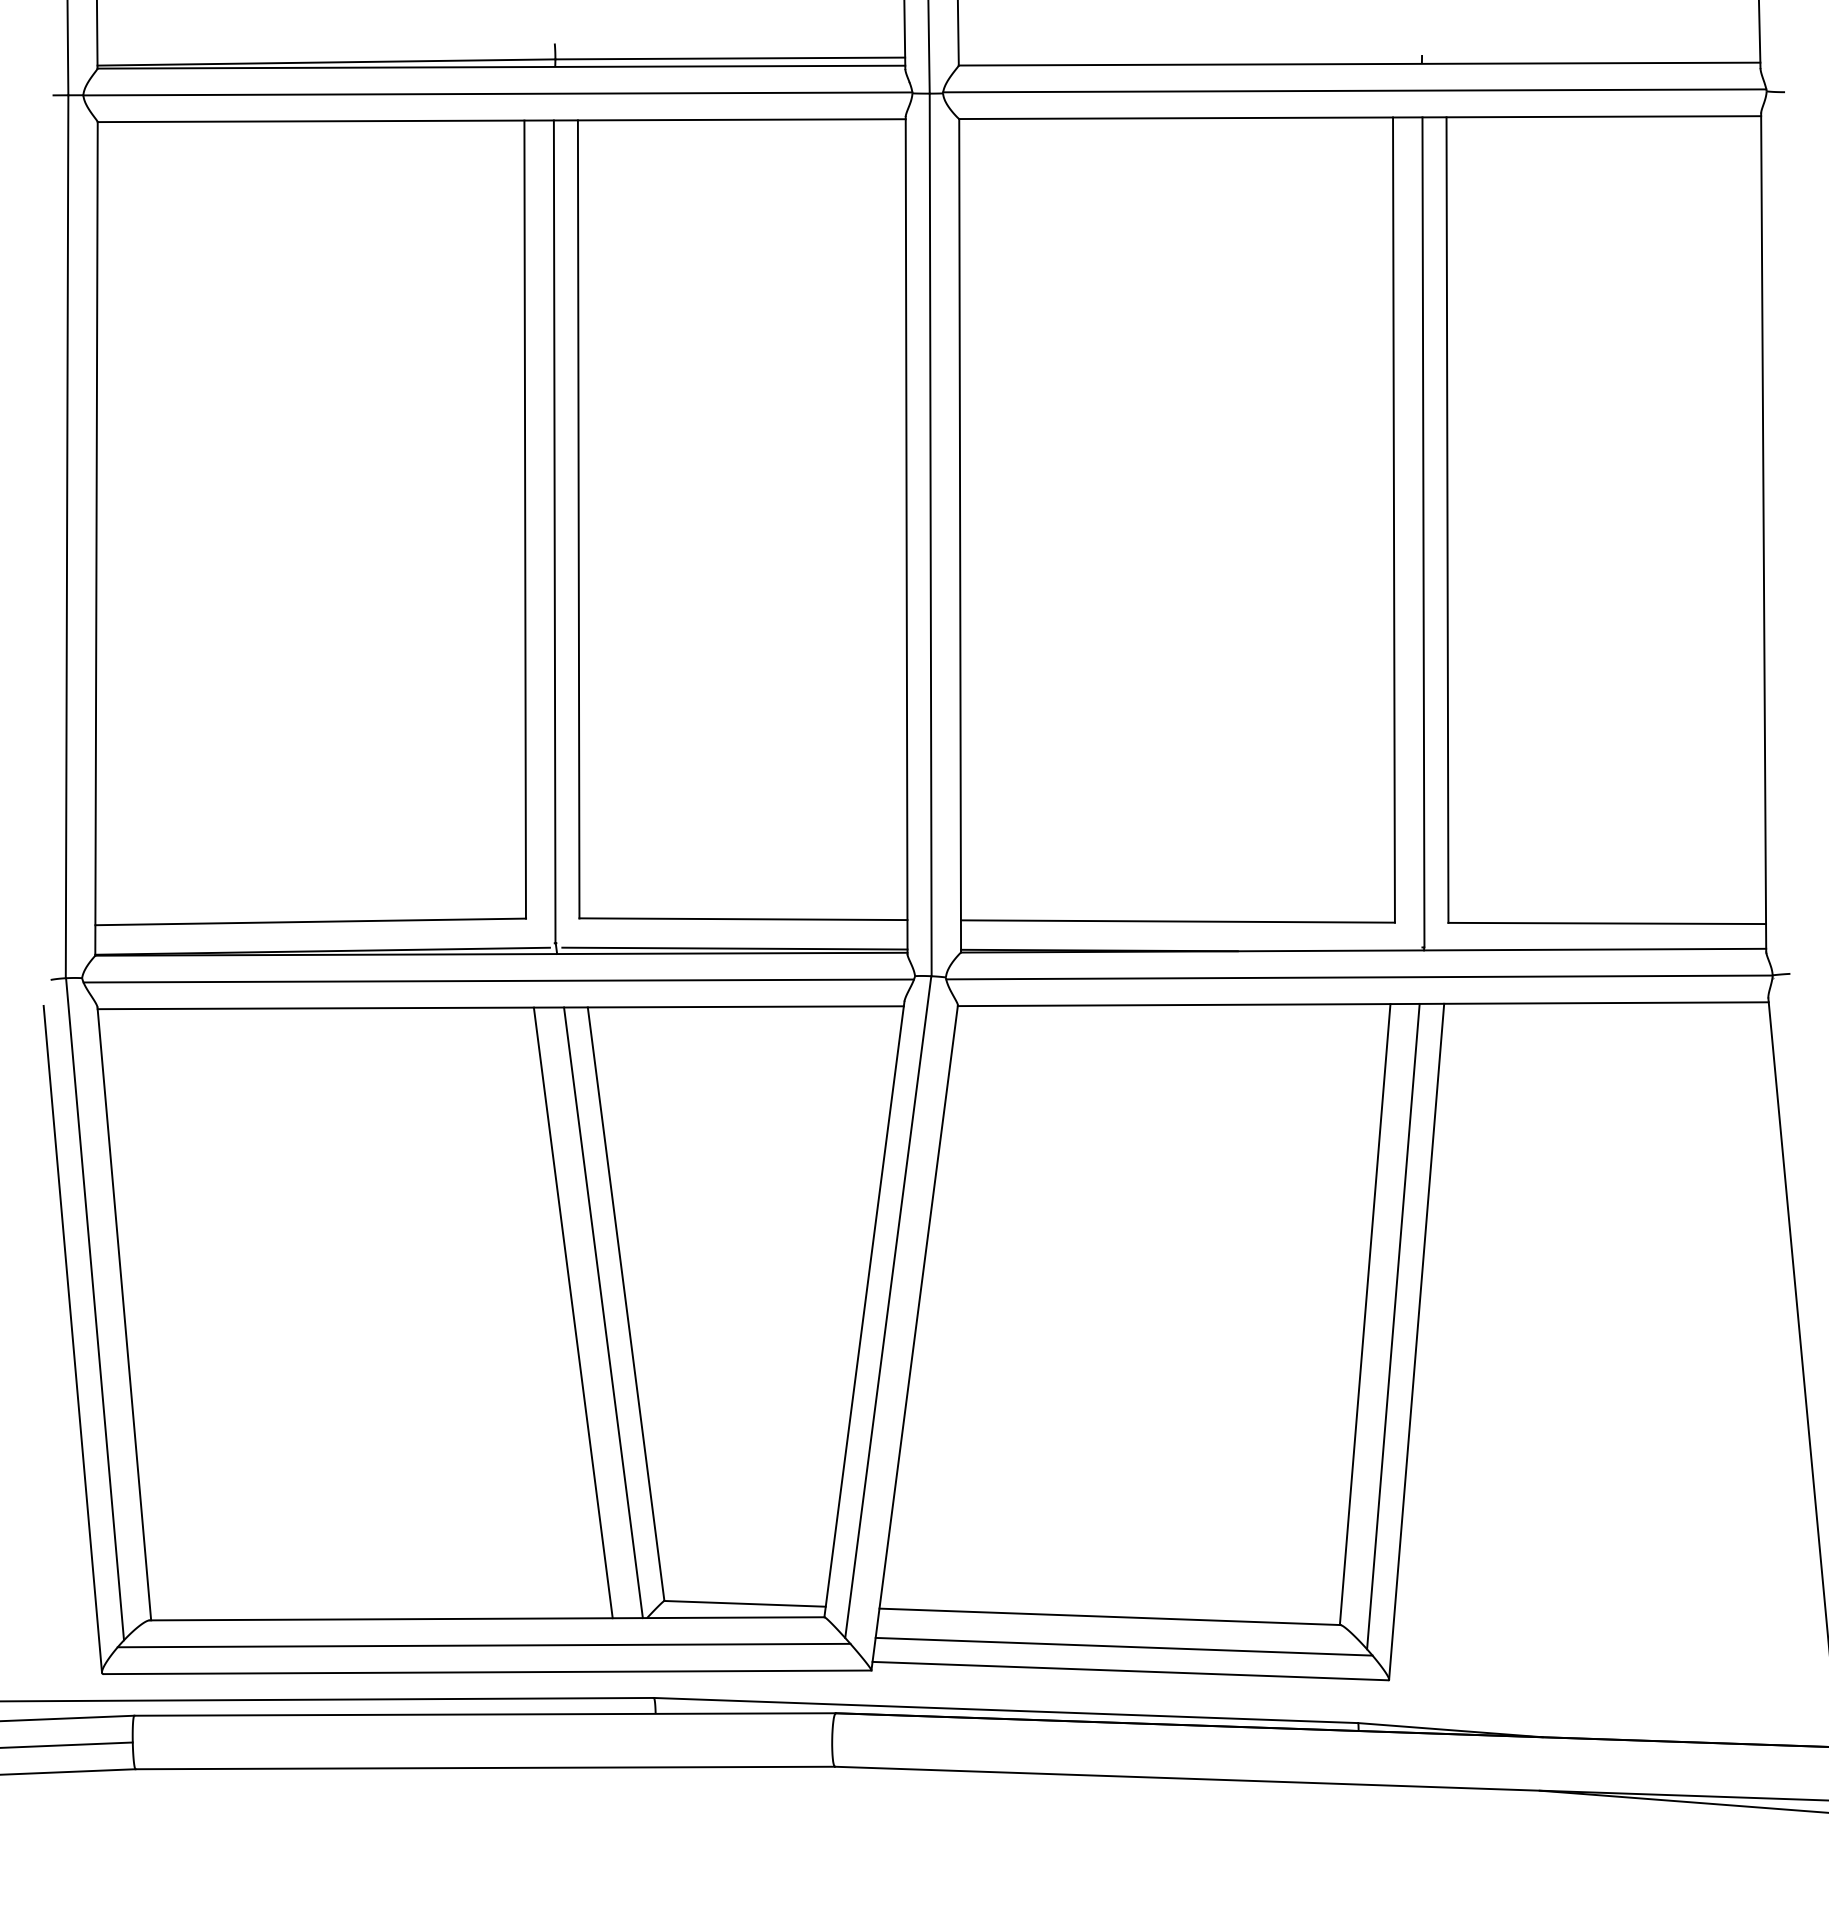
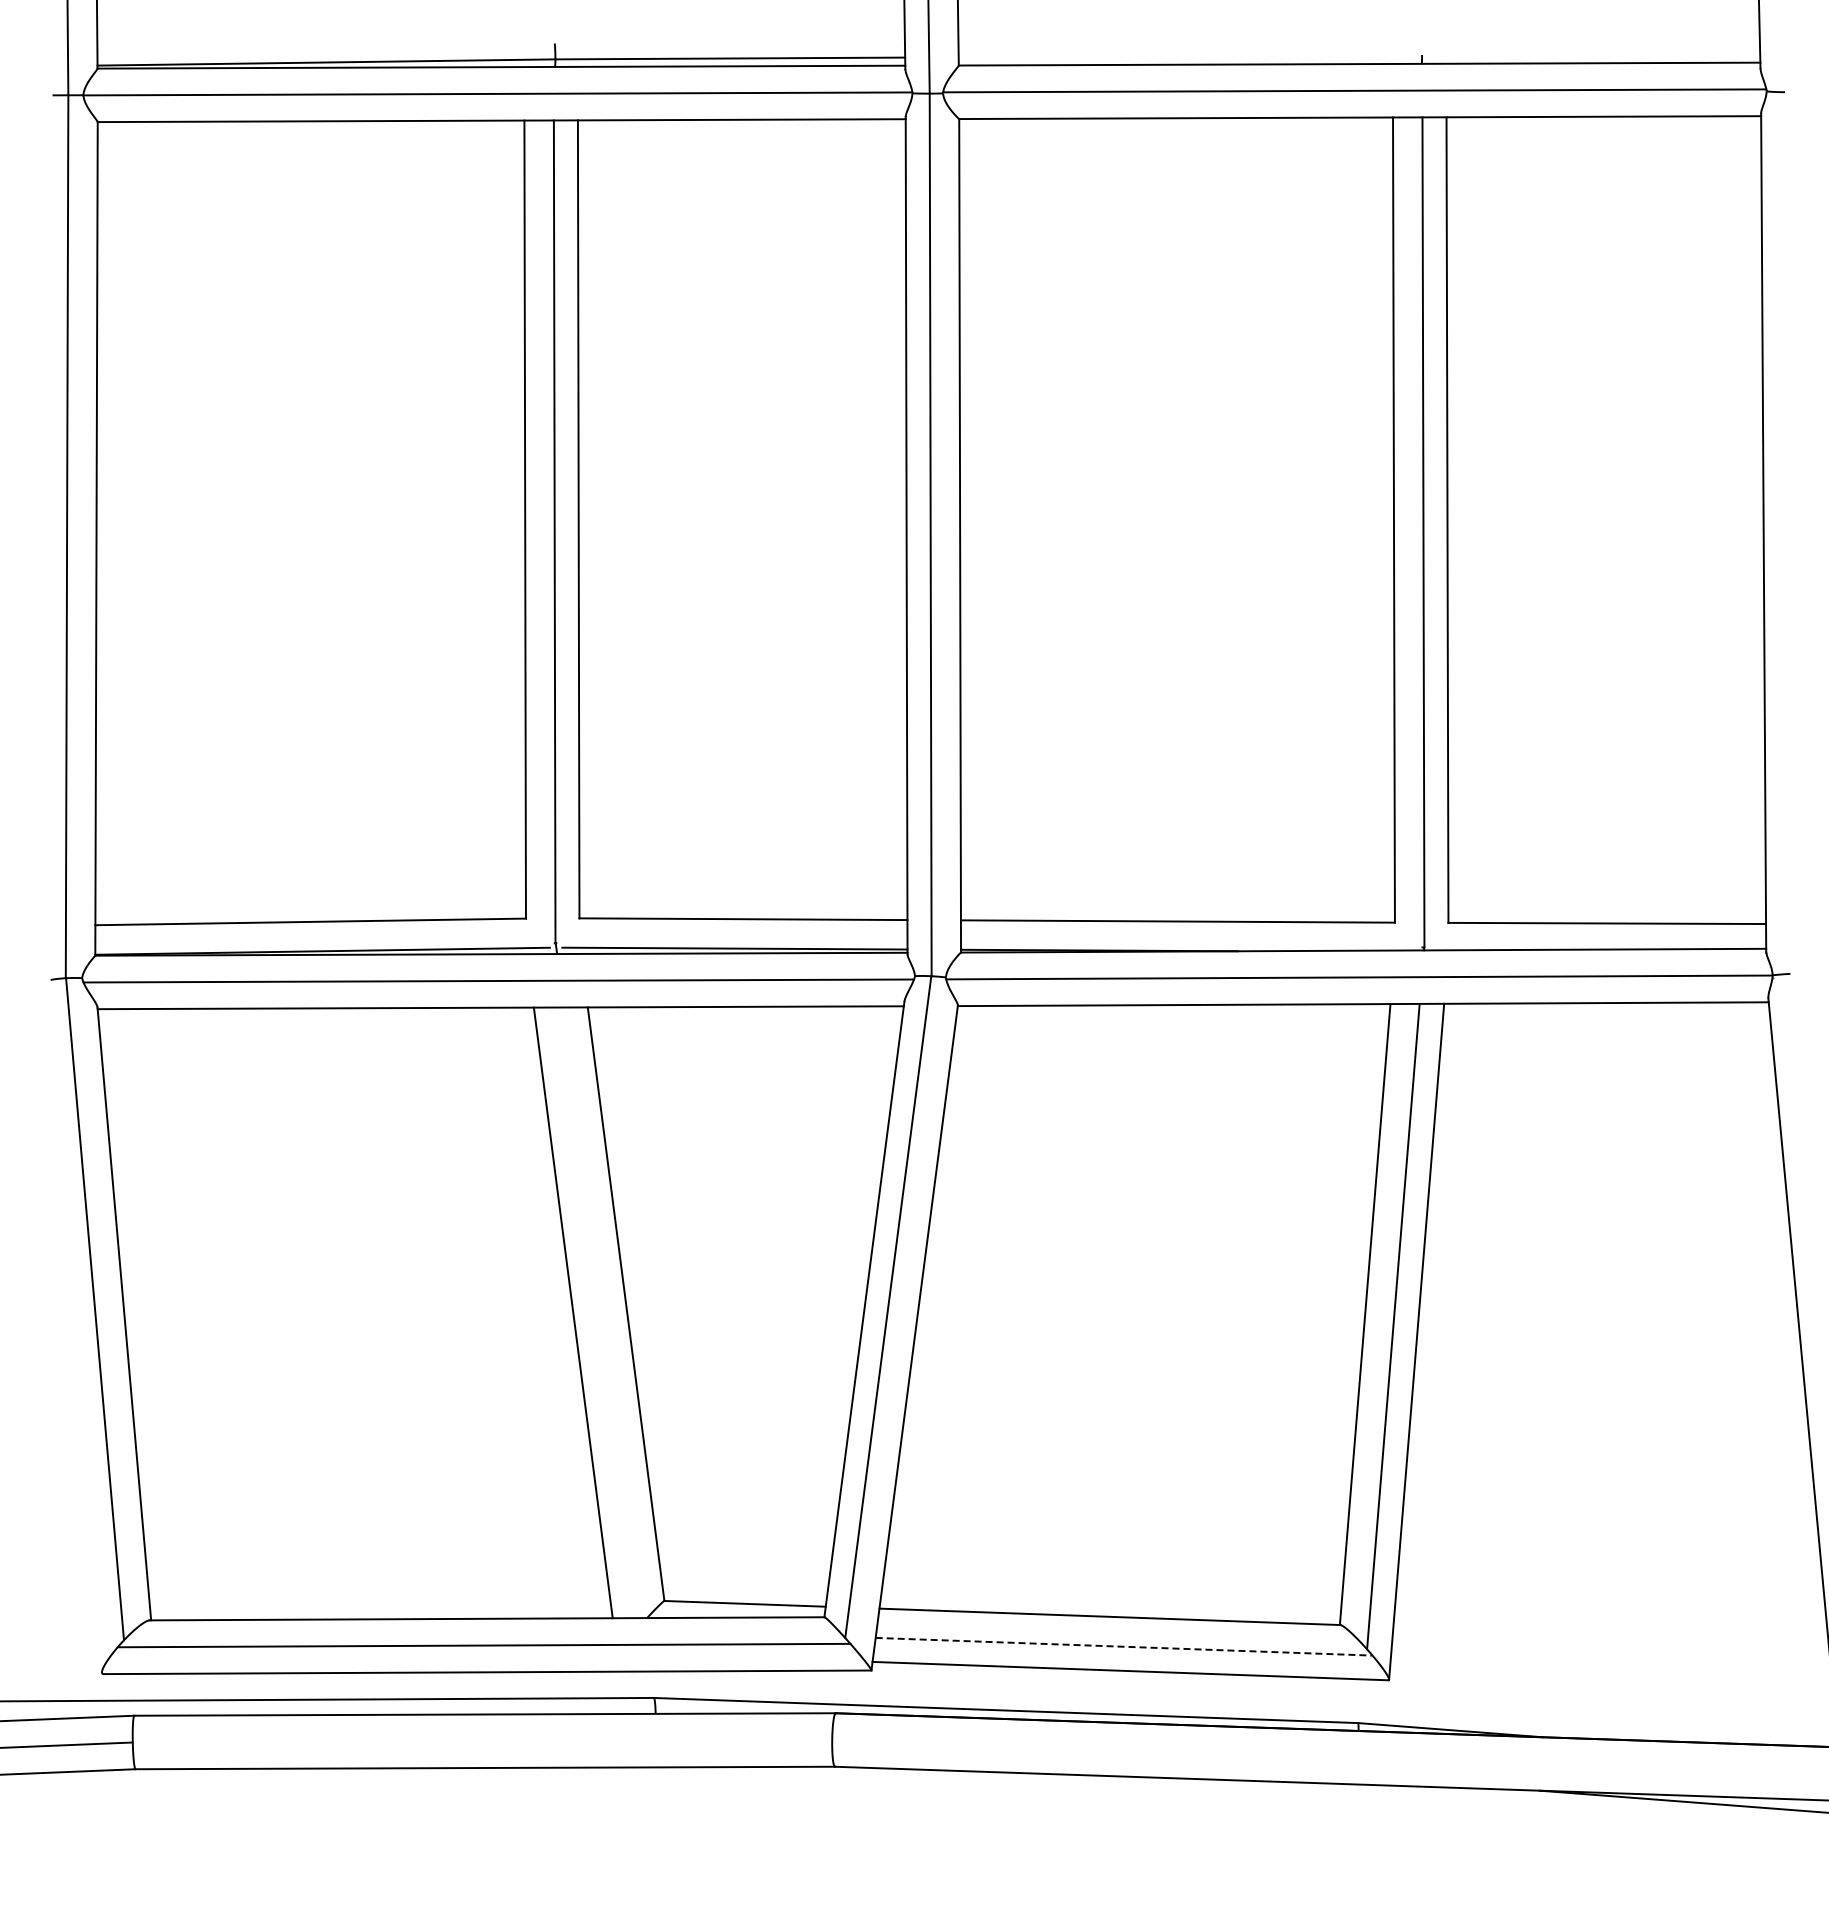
line at (603, 1312): present -> none
line at (72, 1338): present -> none
line at (1124, 1646): solid -> dashed
